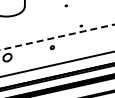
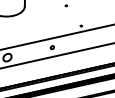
line at (57, 37): dashed -> solid
line at (56, 64) position: (56, 64) -> (56, 55)
